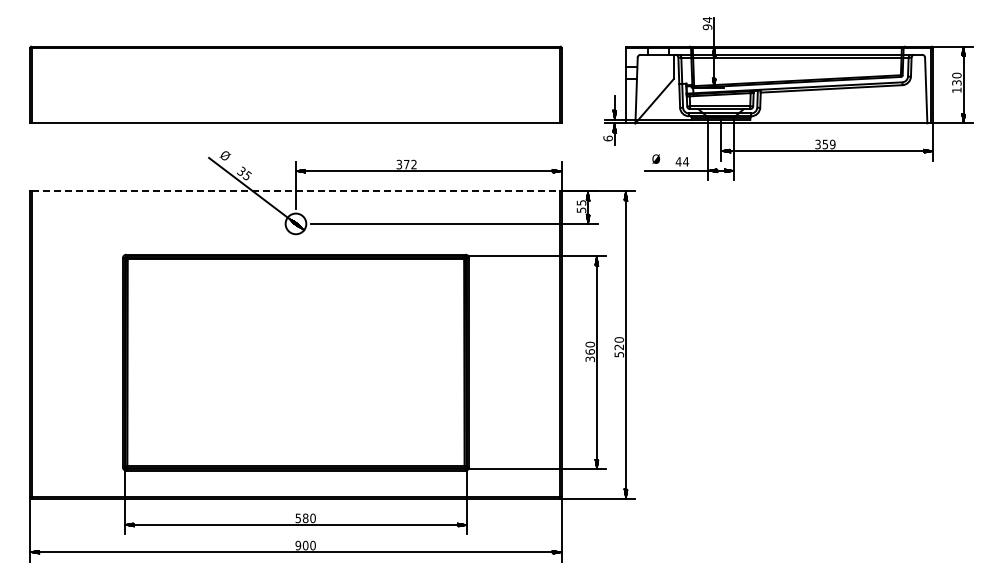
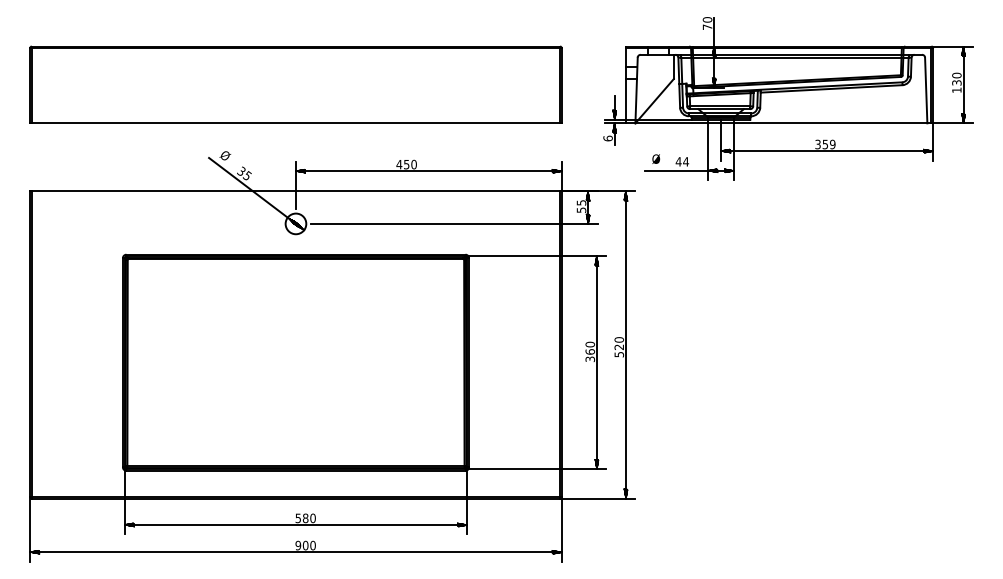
text at (707, 23): 94 -> 70
text at (406, 164): 372 -> 450
line at (296, 191): dashed -> solid
